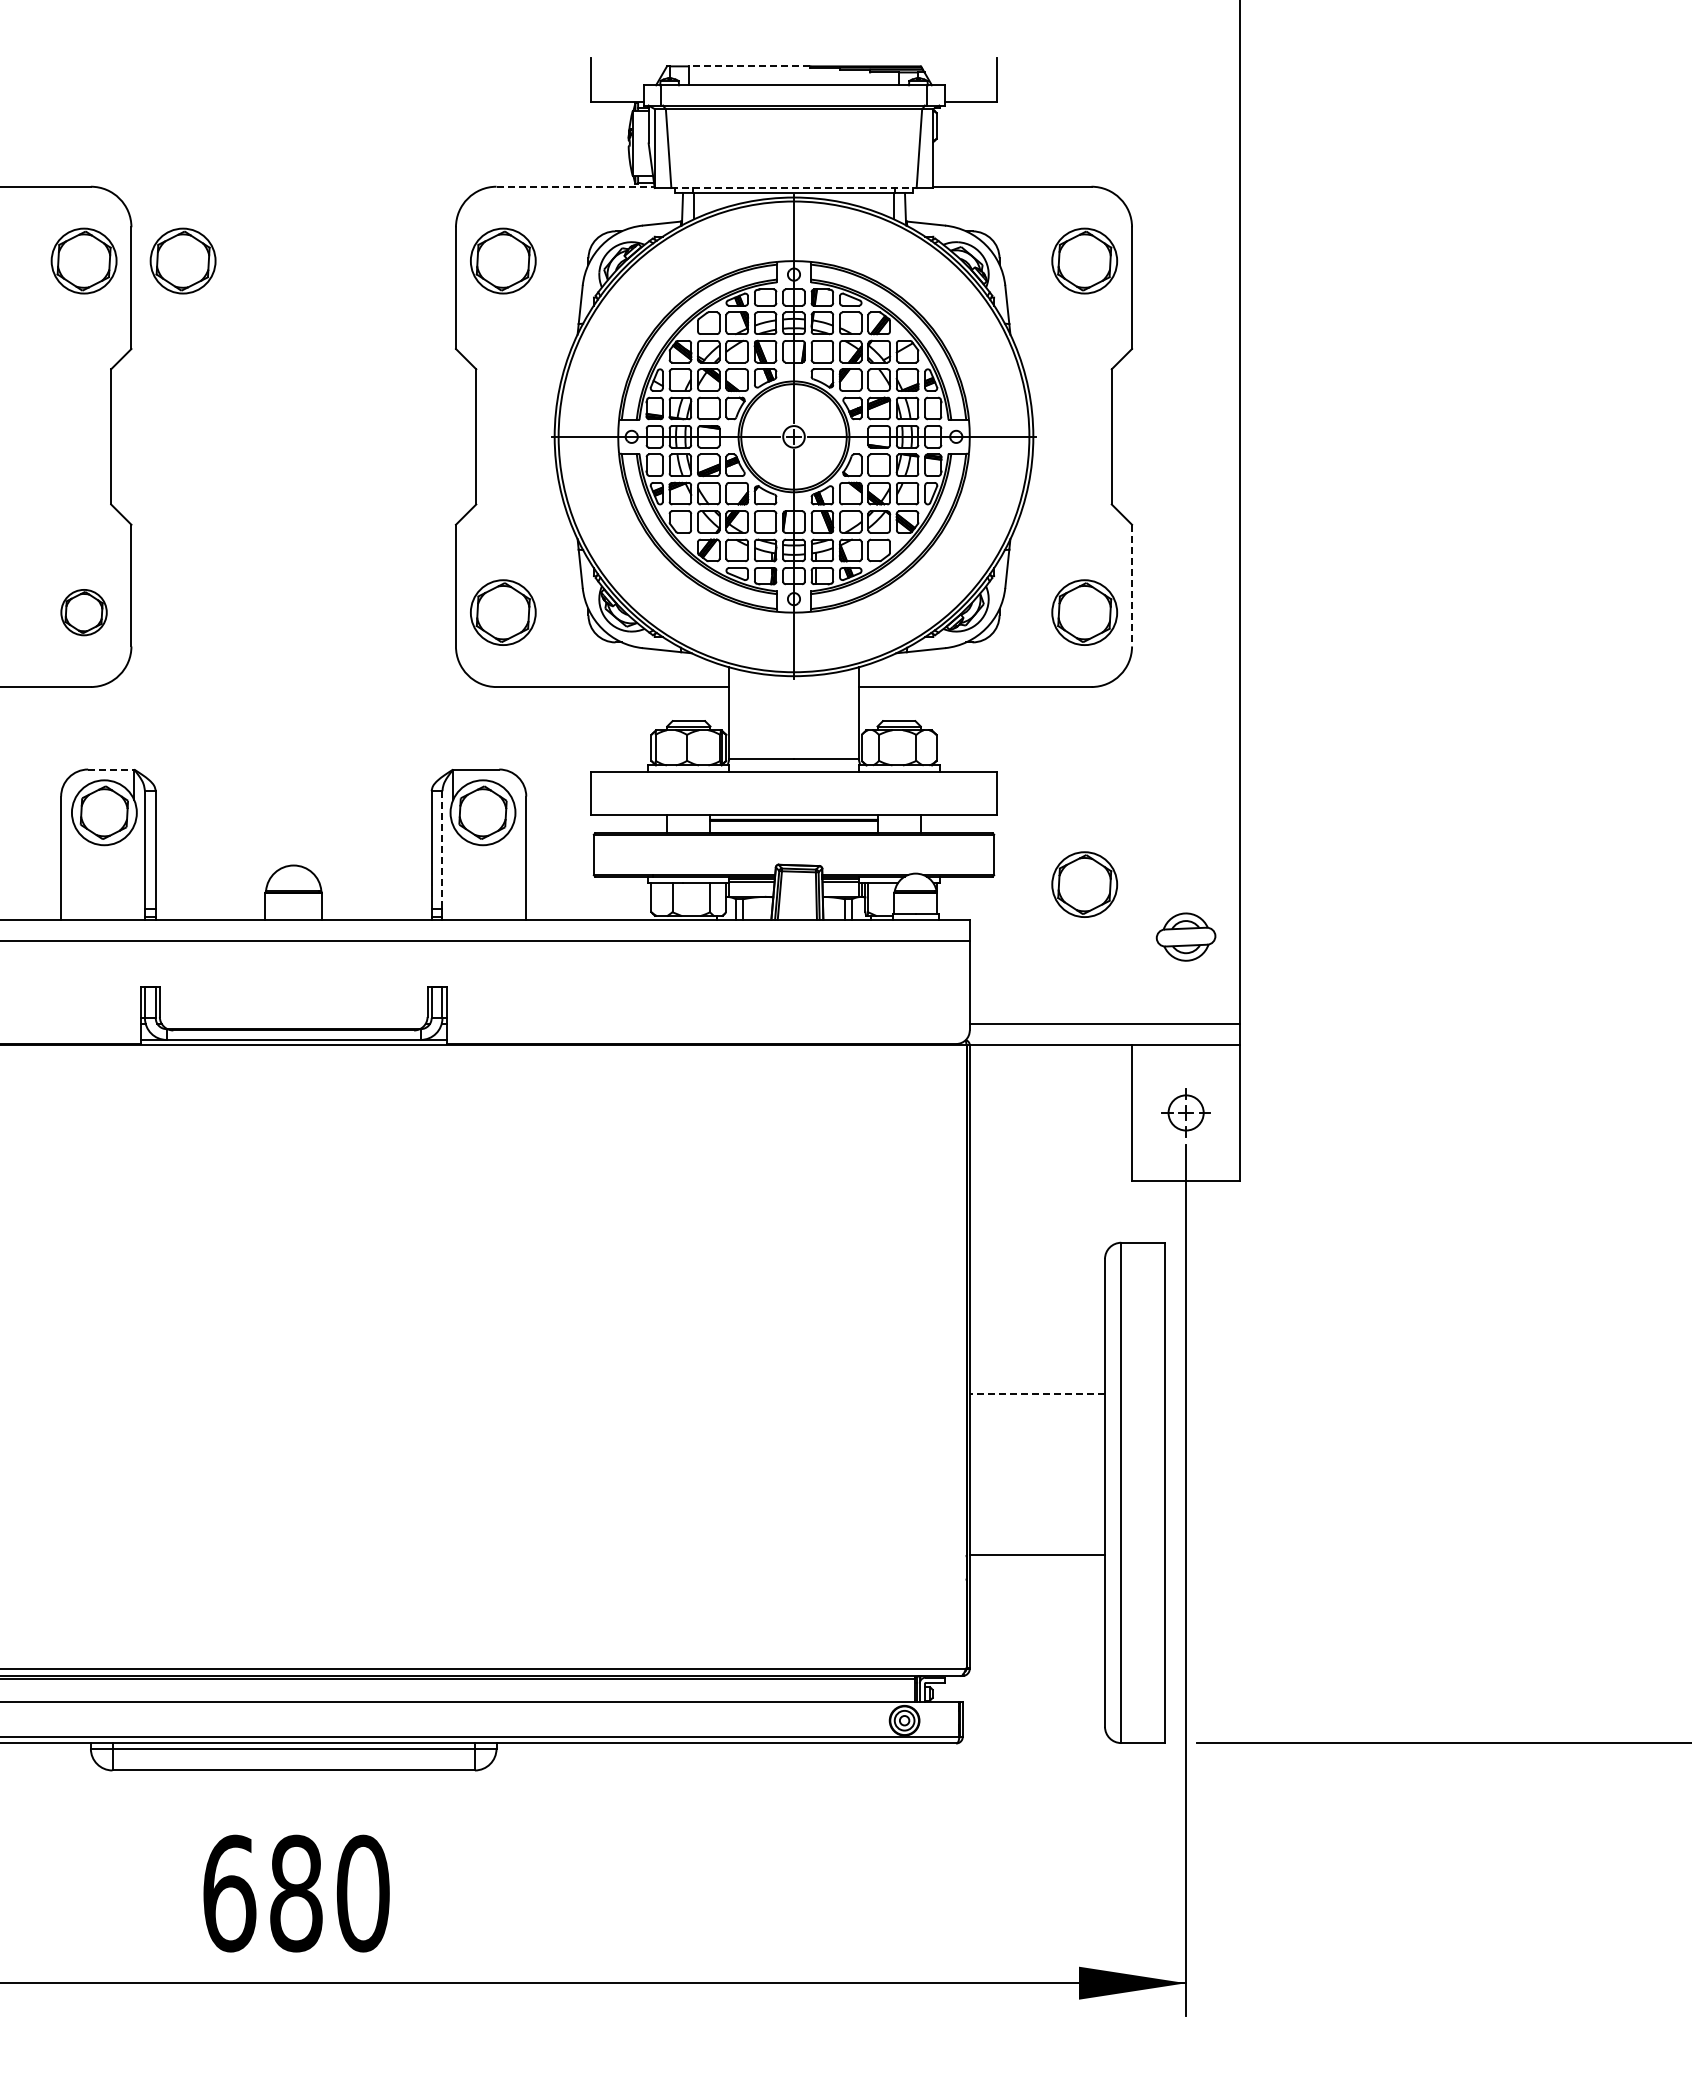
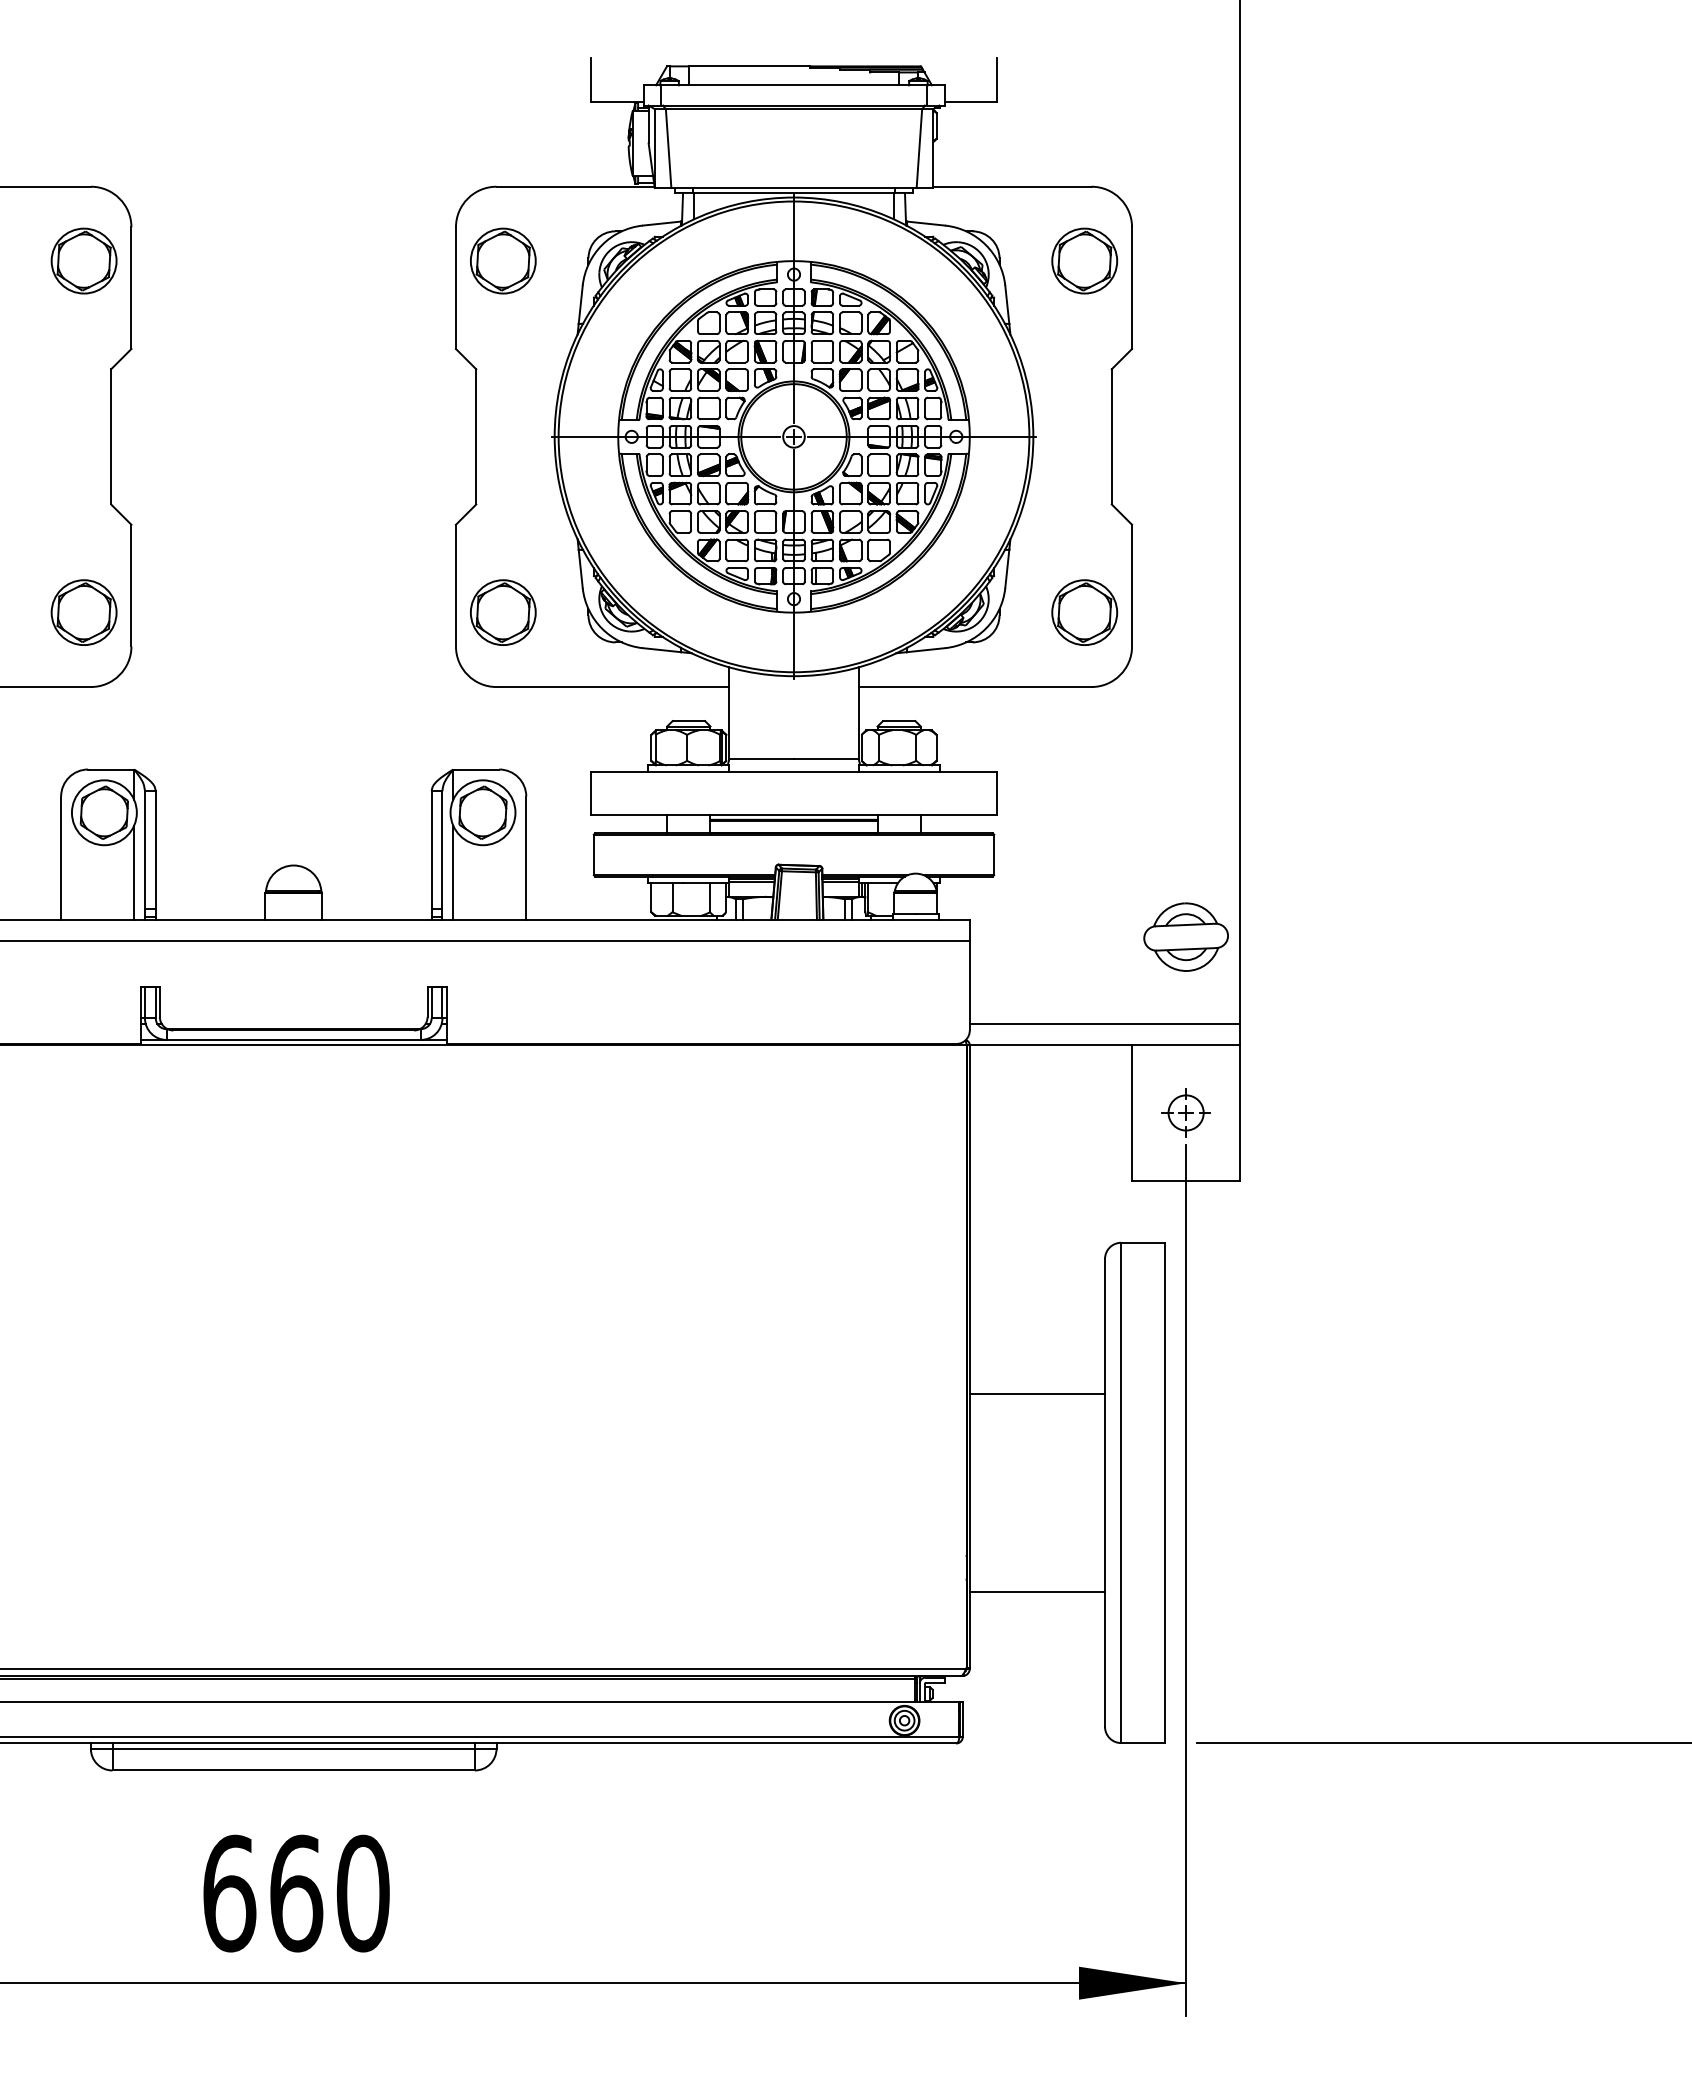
line at (749, 66): dashed -> solid
line at (576, 186): dashed -> solid
line at (794, 188): dashed -> solid
part at (182, 260): present -> none
line at (1132, 585): dashed -> solid
part at (83, 612) size: 48x48 px -> 68x67 px
line at (111, 769): dashed -> solid
line at (442, 850): dashed -> solid
line at (134, 872): none -> present
line at (453, 872): none -> present
part at (1084, 884): present -> none
part at (1185, 936) size: 62x50 px -> 86x70 px
line at (1037, 1394): dashed -> solid
line at (1037, 1554) position: (1037, 1554) -> (1037, 1591)
text at (296, 1893): 680 -> 660
